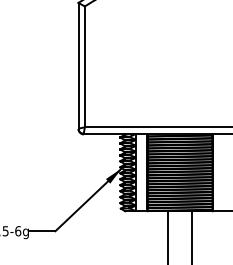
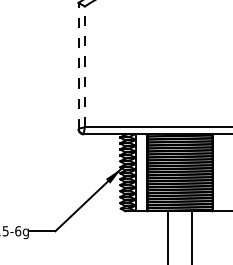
line at (78, 65): solid -> dashed
line at (84, 66): solid -> dashed
